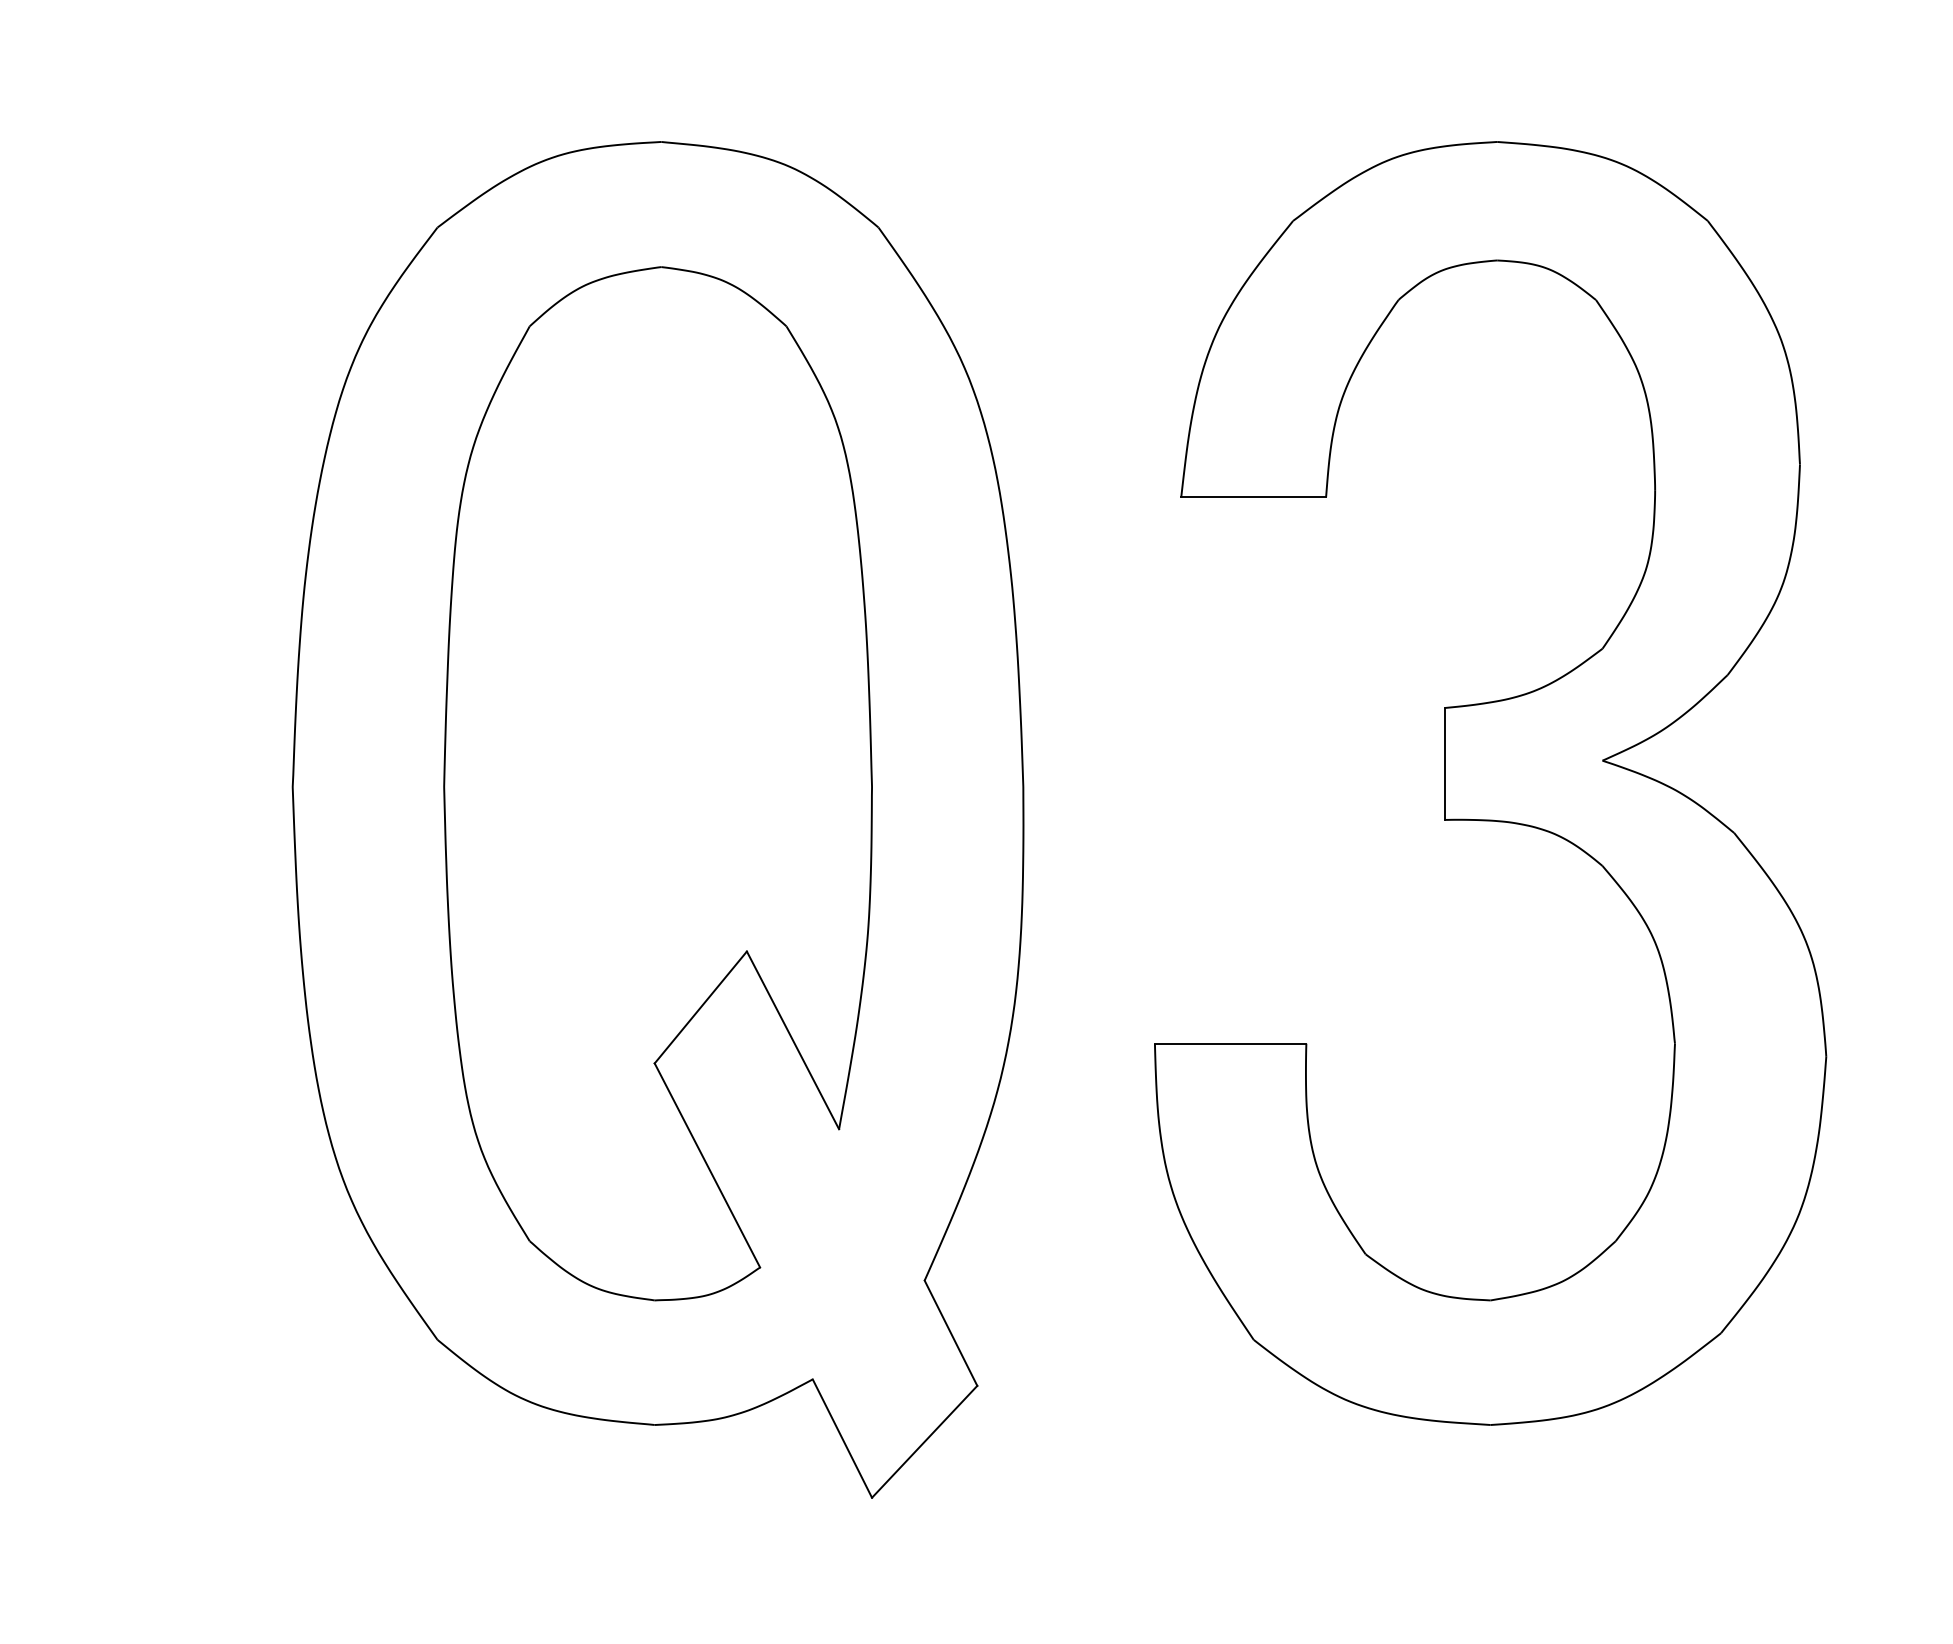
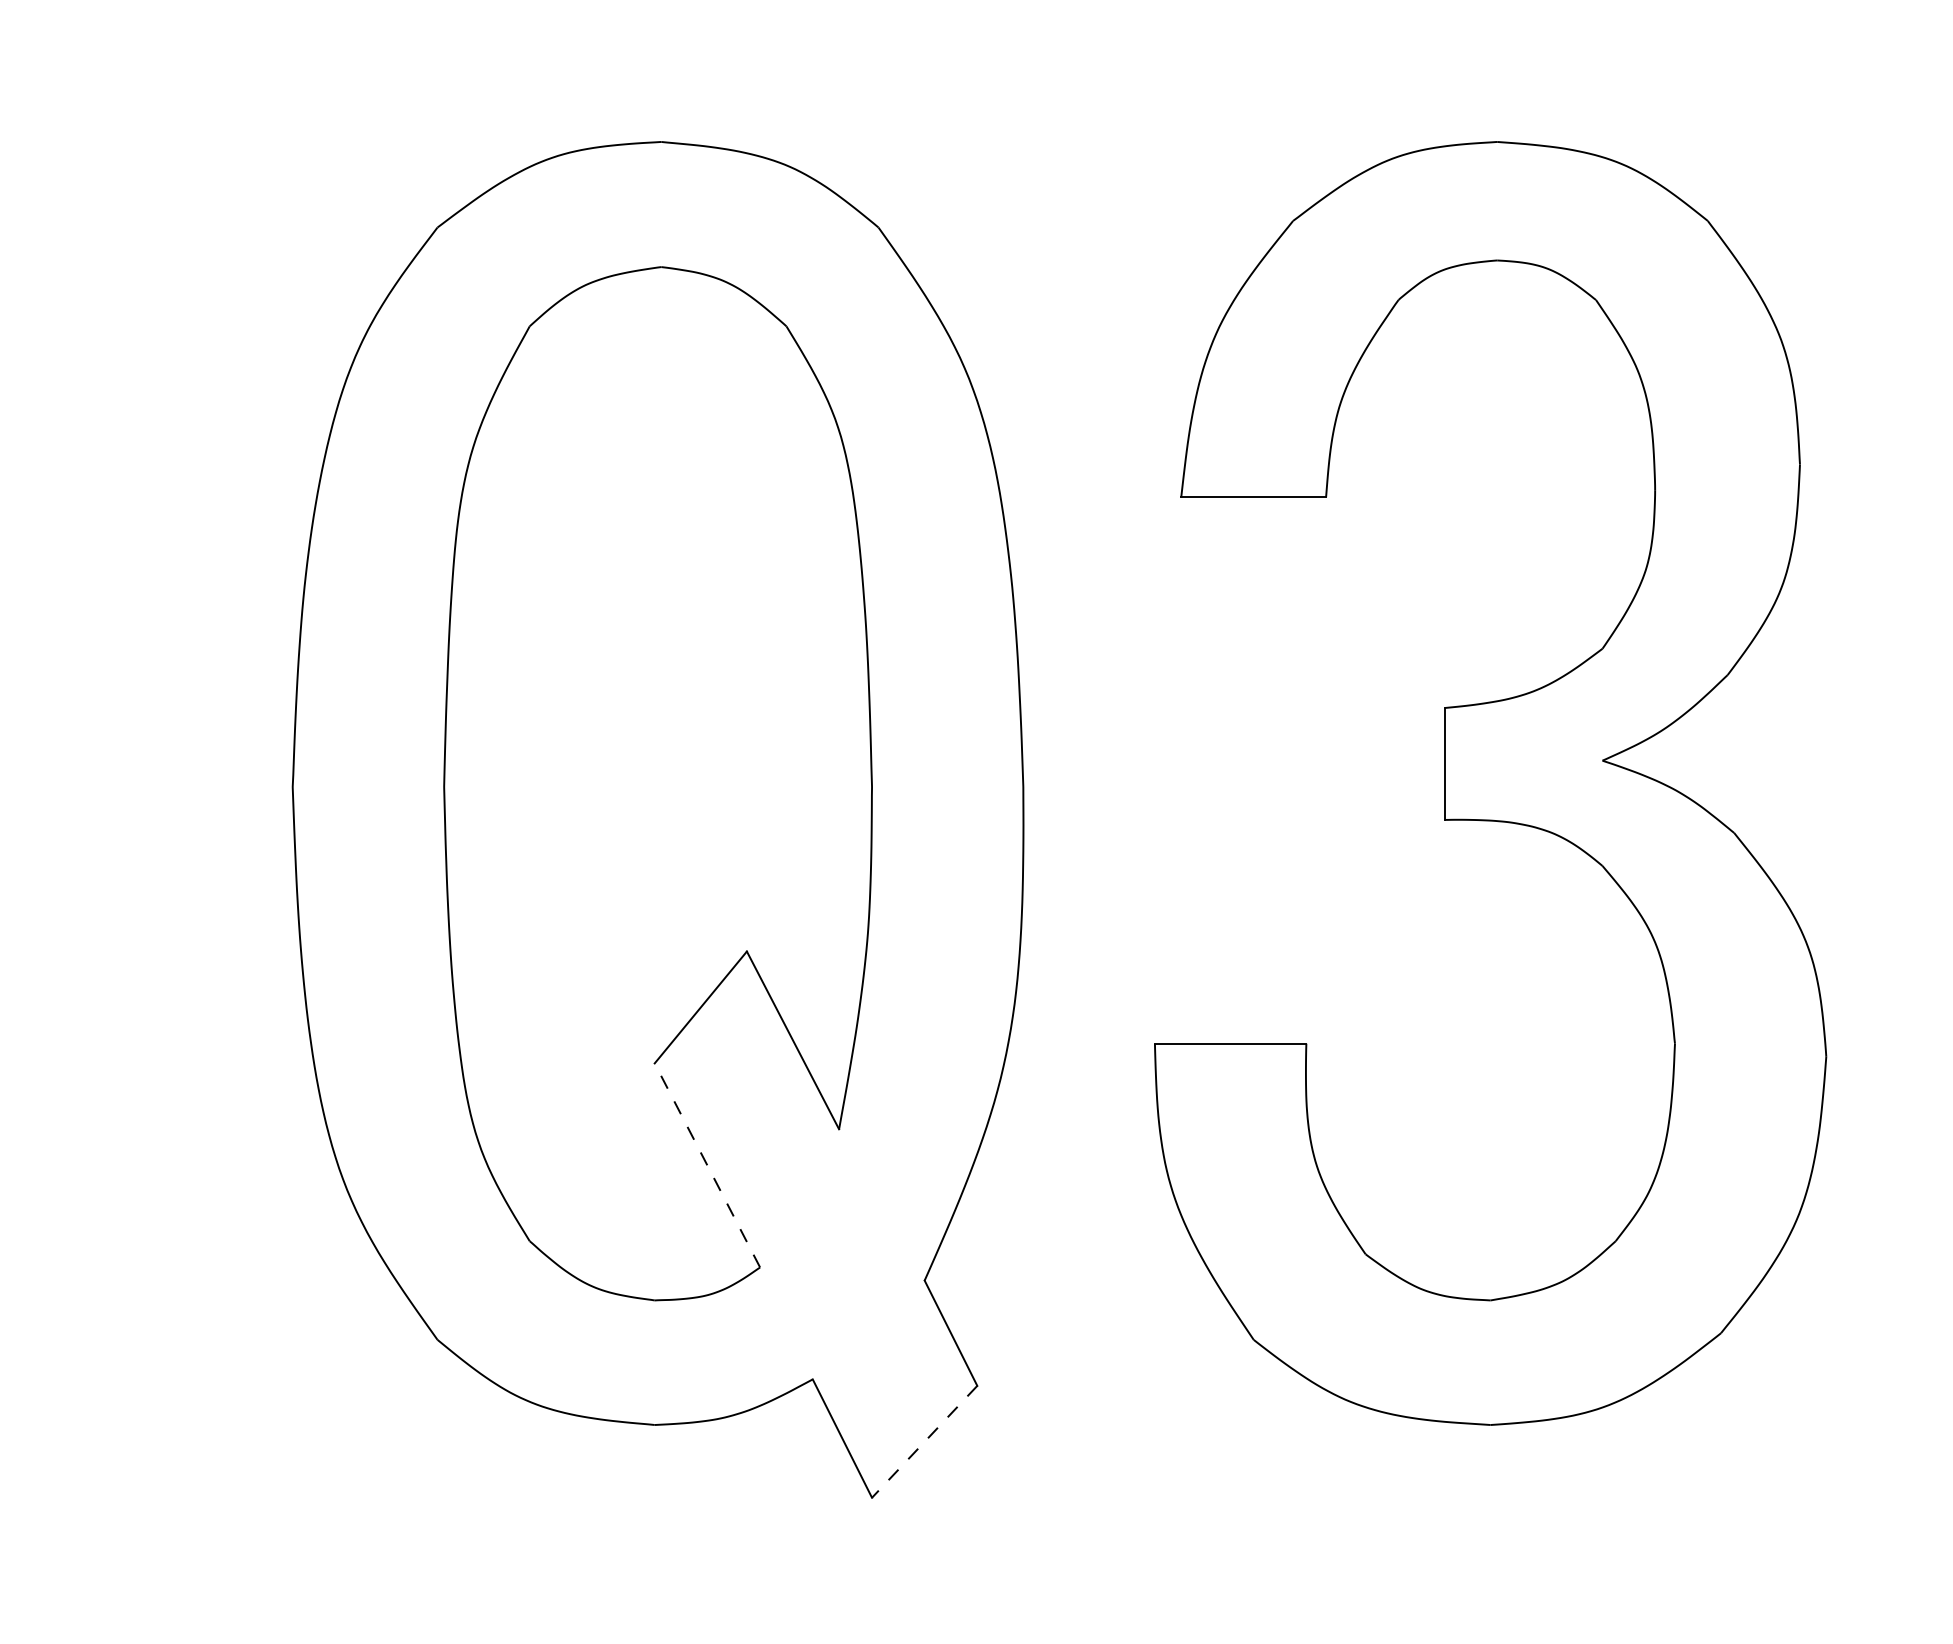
line at (707, 1165): solid -> dashed
line at (924, 1441): solid -> dashed
